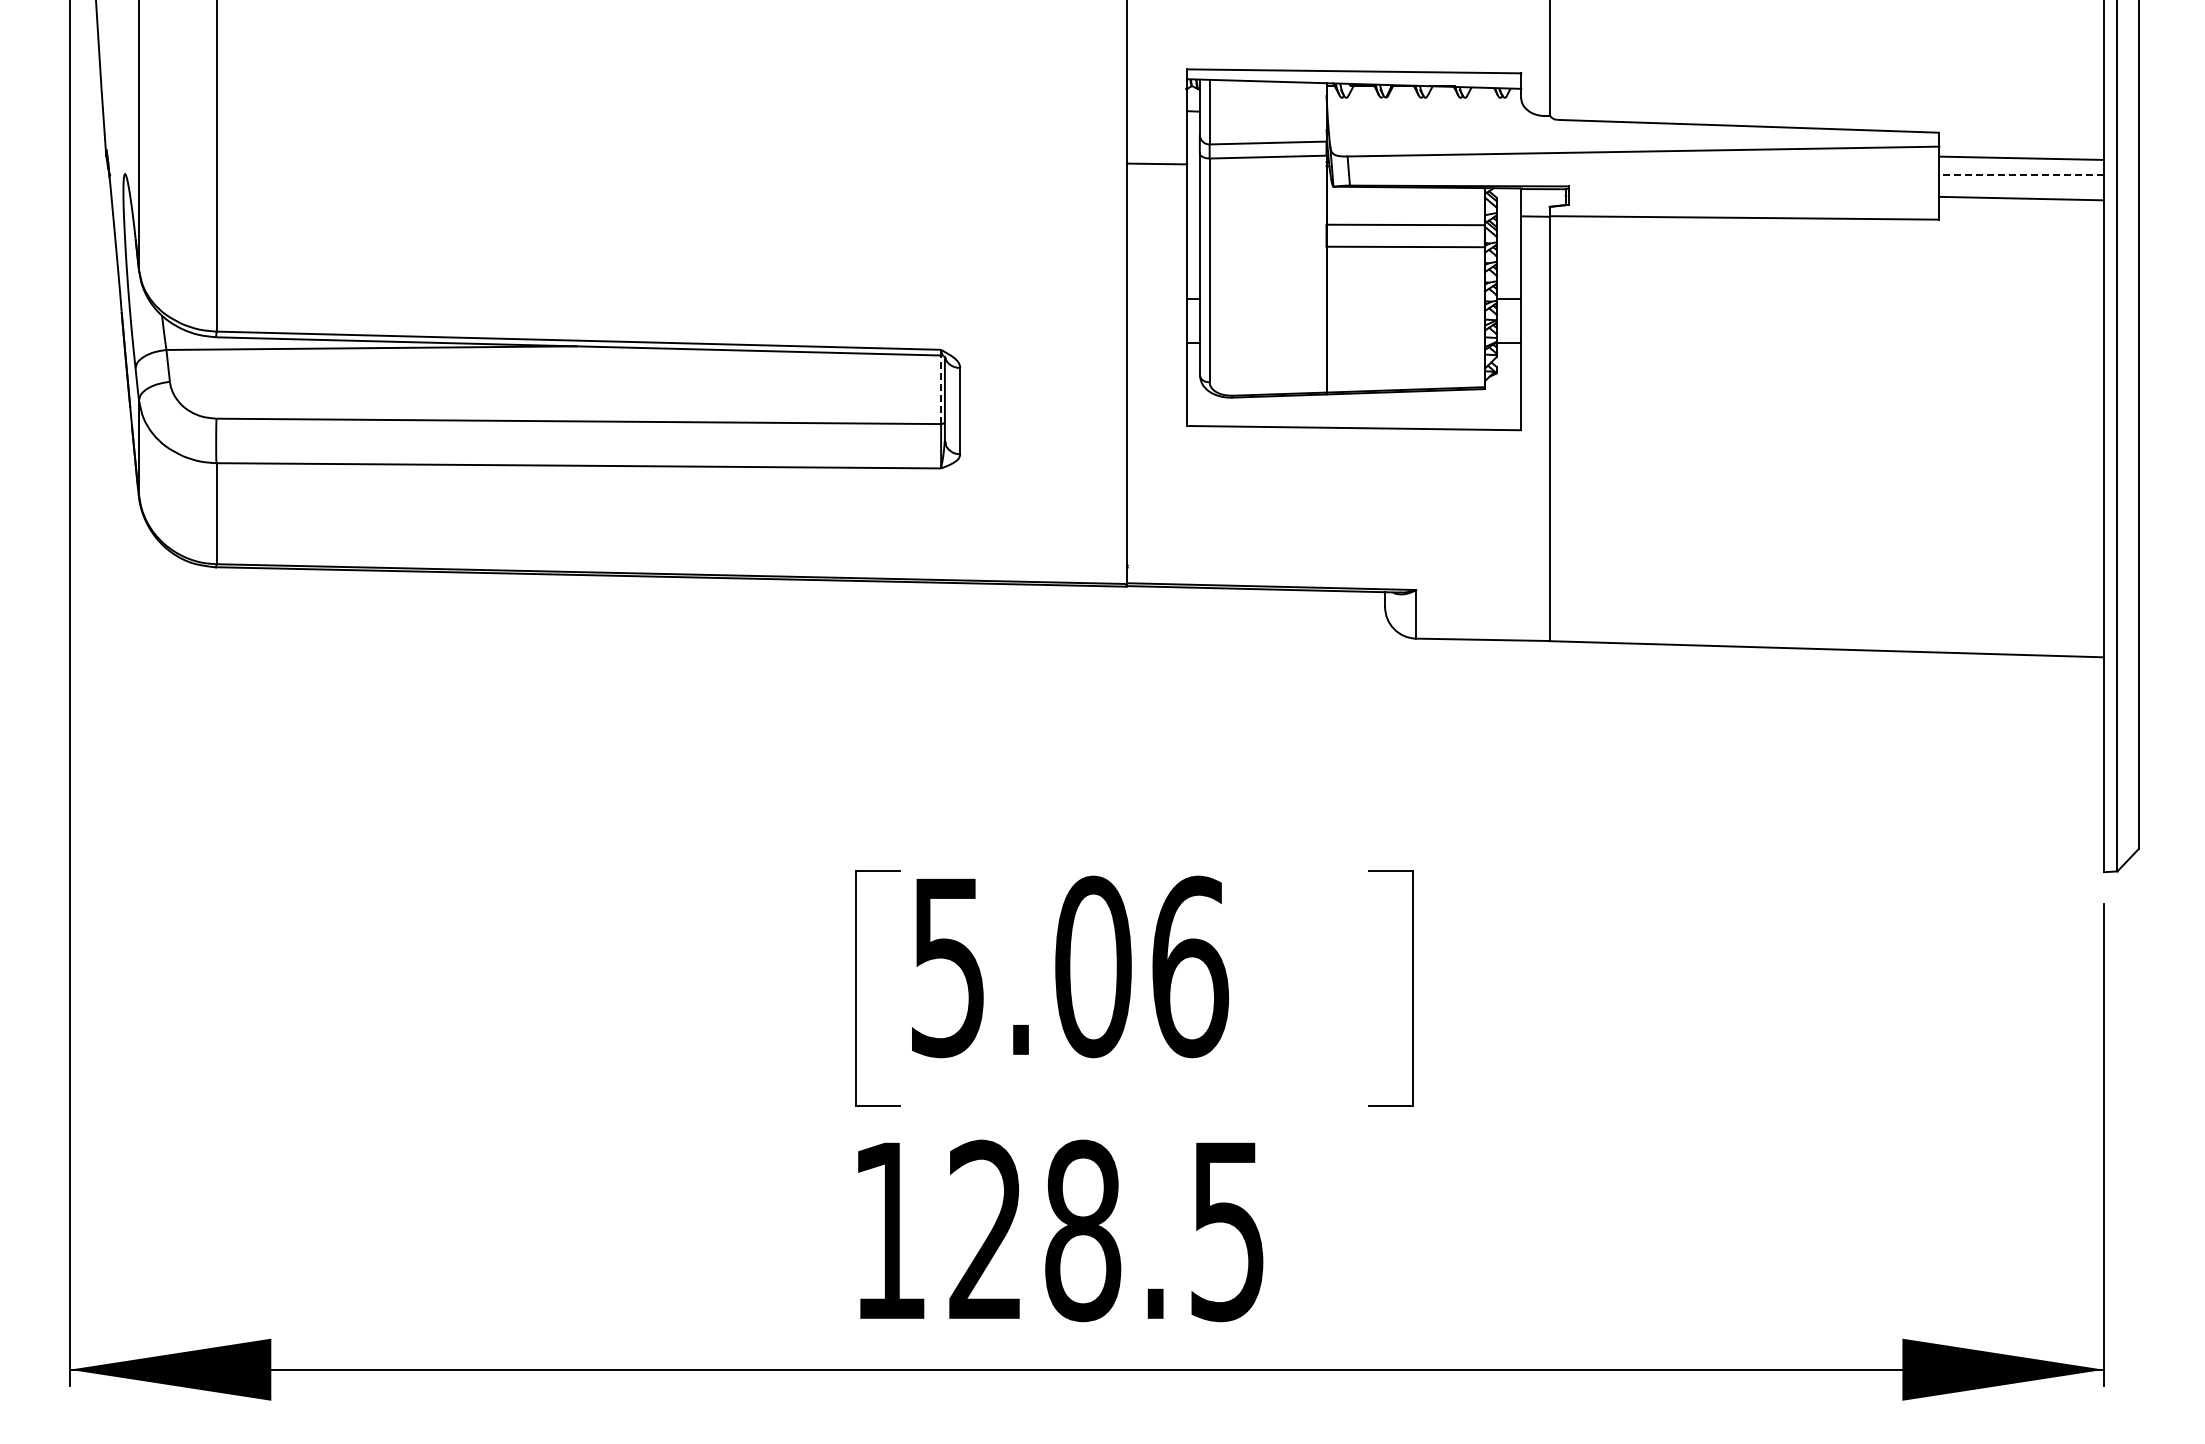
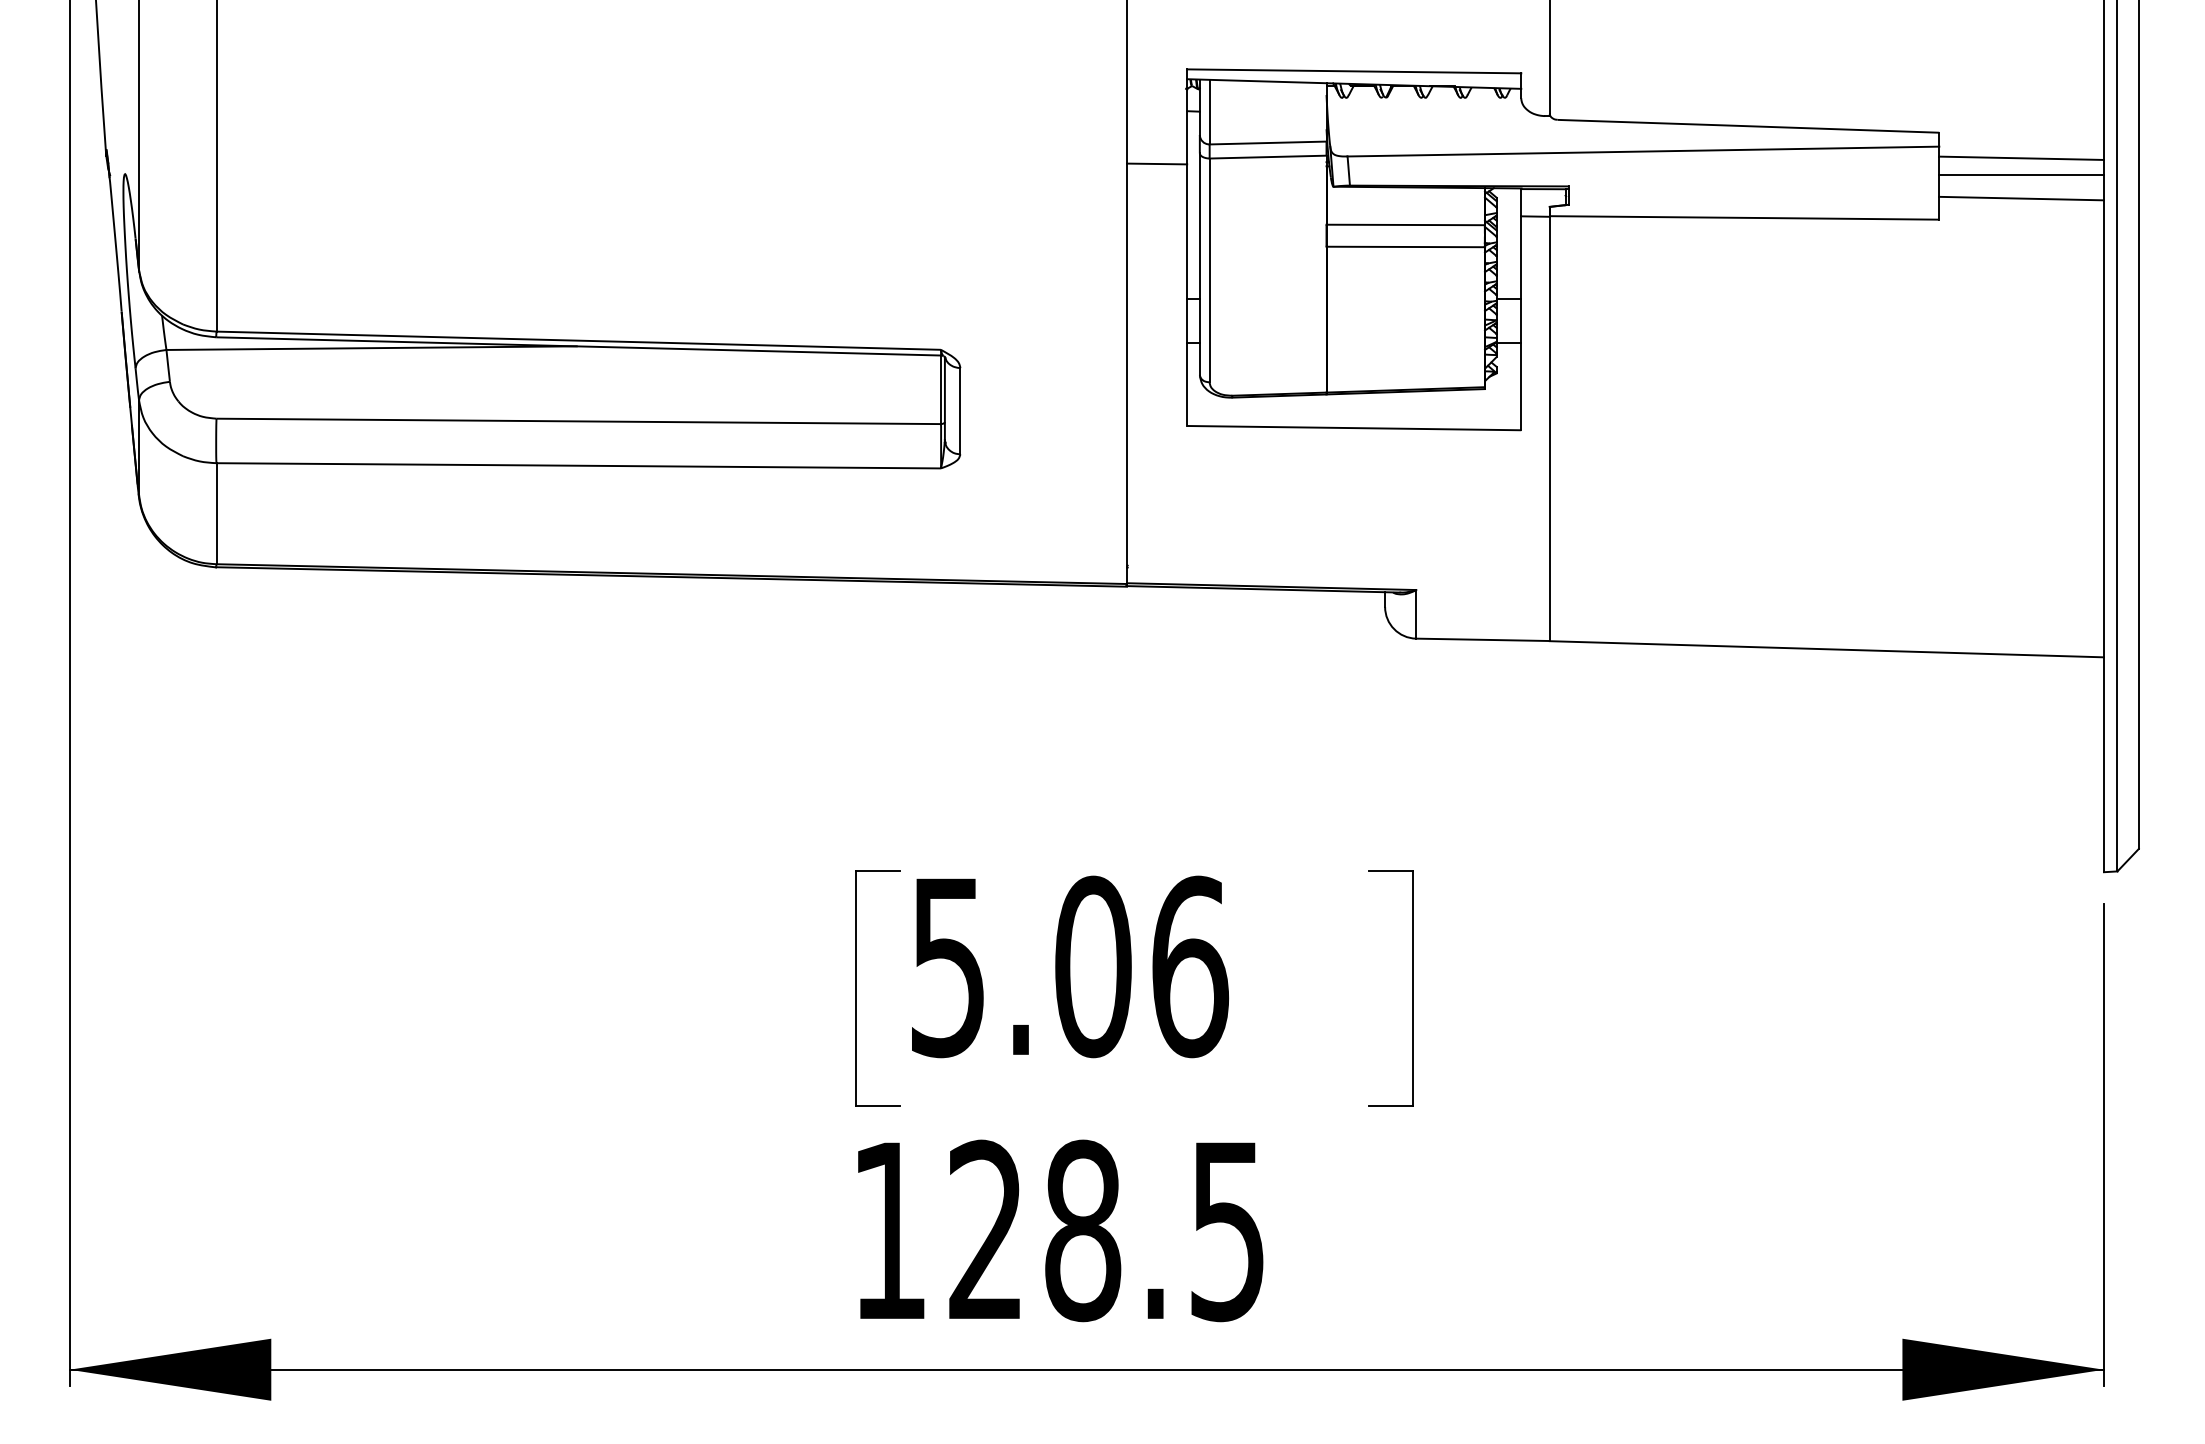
line at (2021, 174): dashed -> solid
line at (940, 389): dashed -> solid
